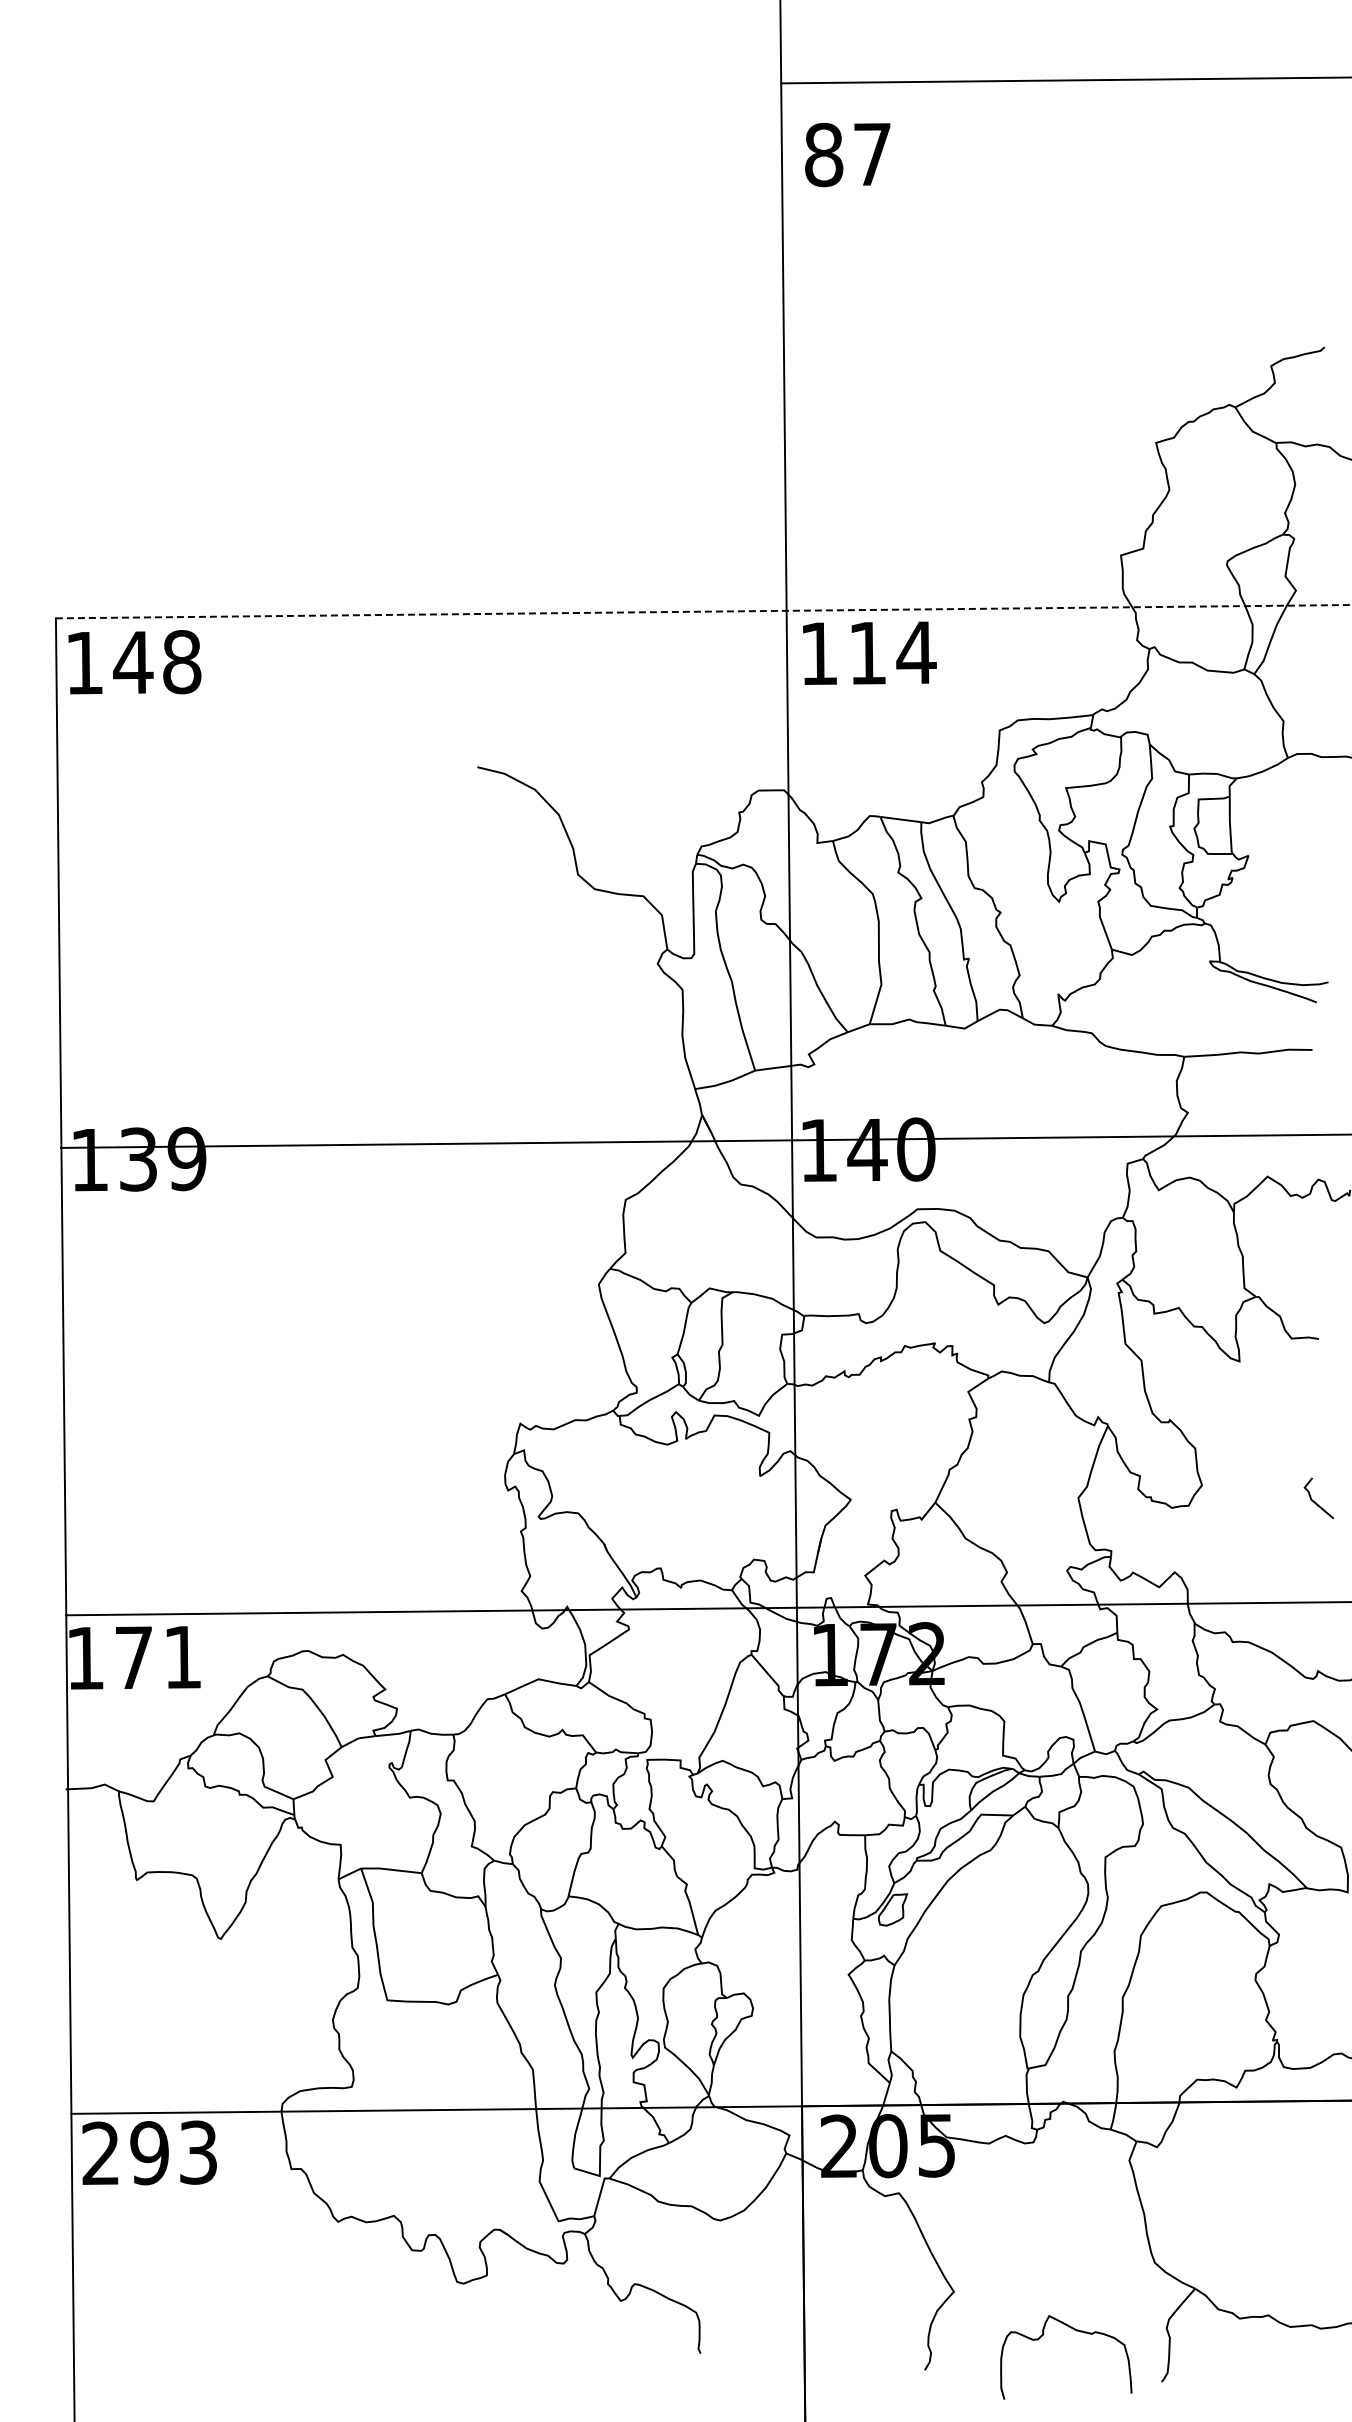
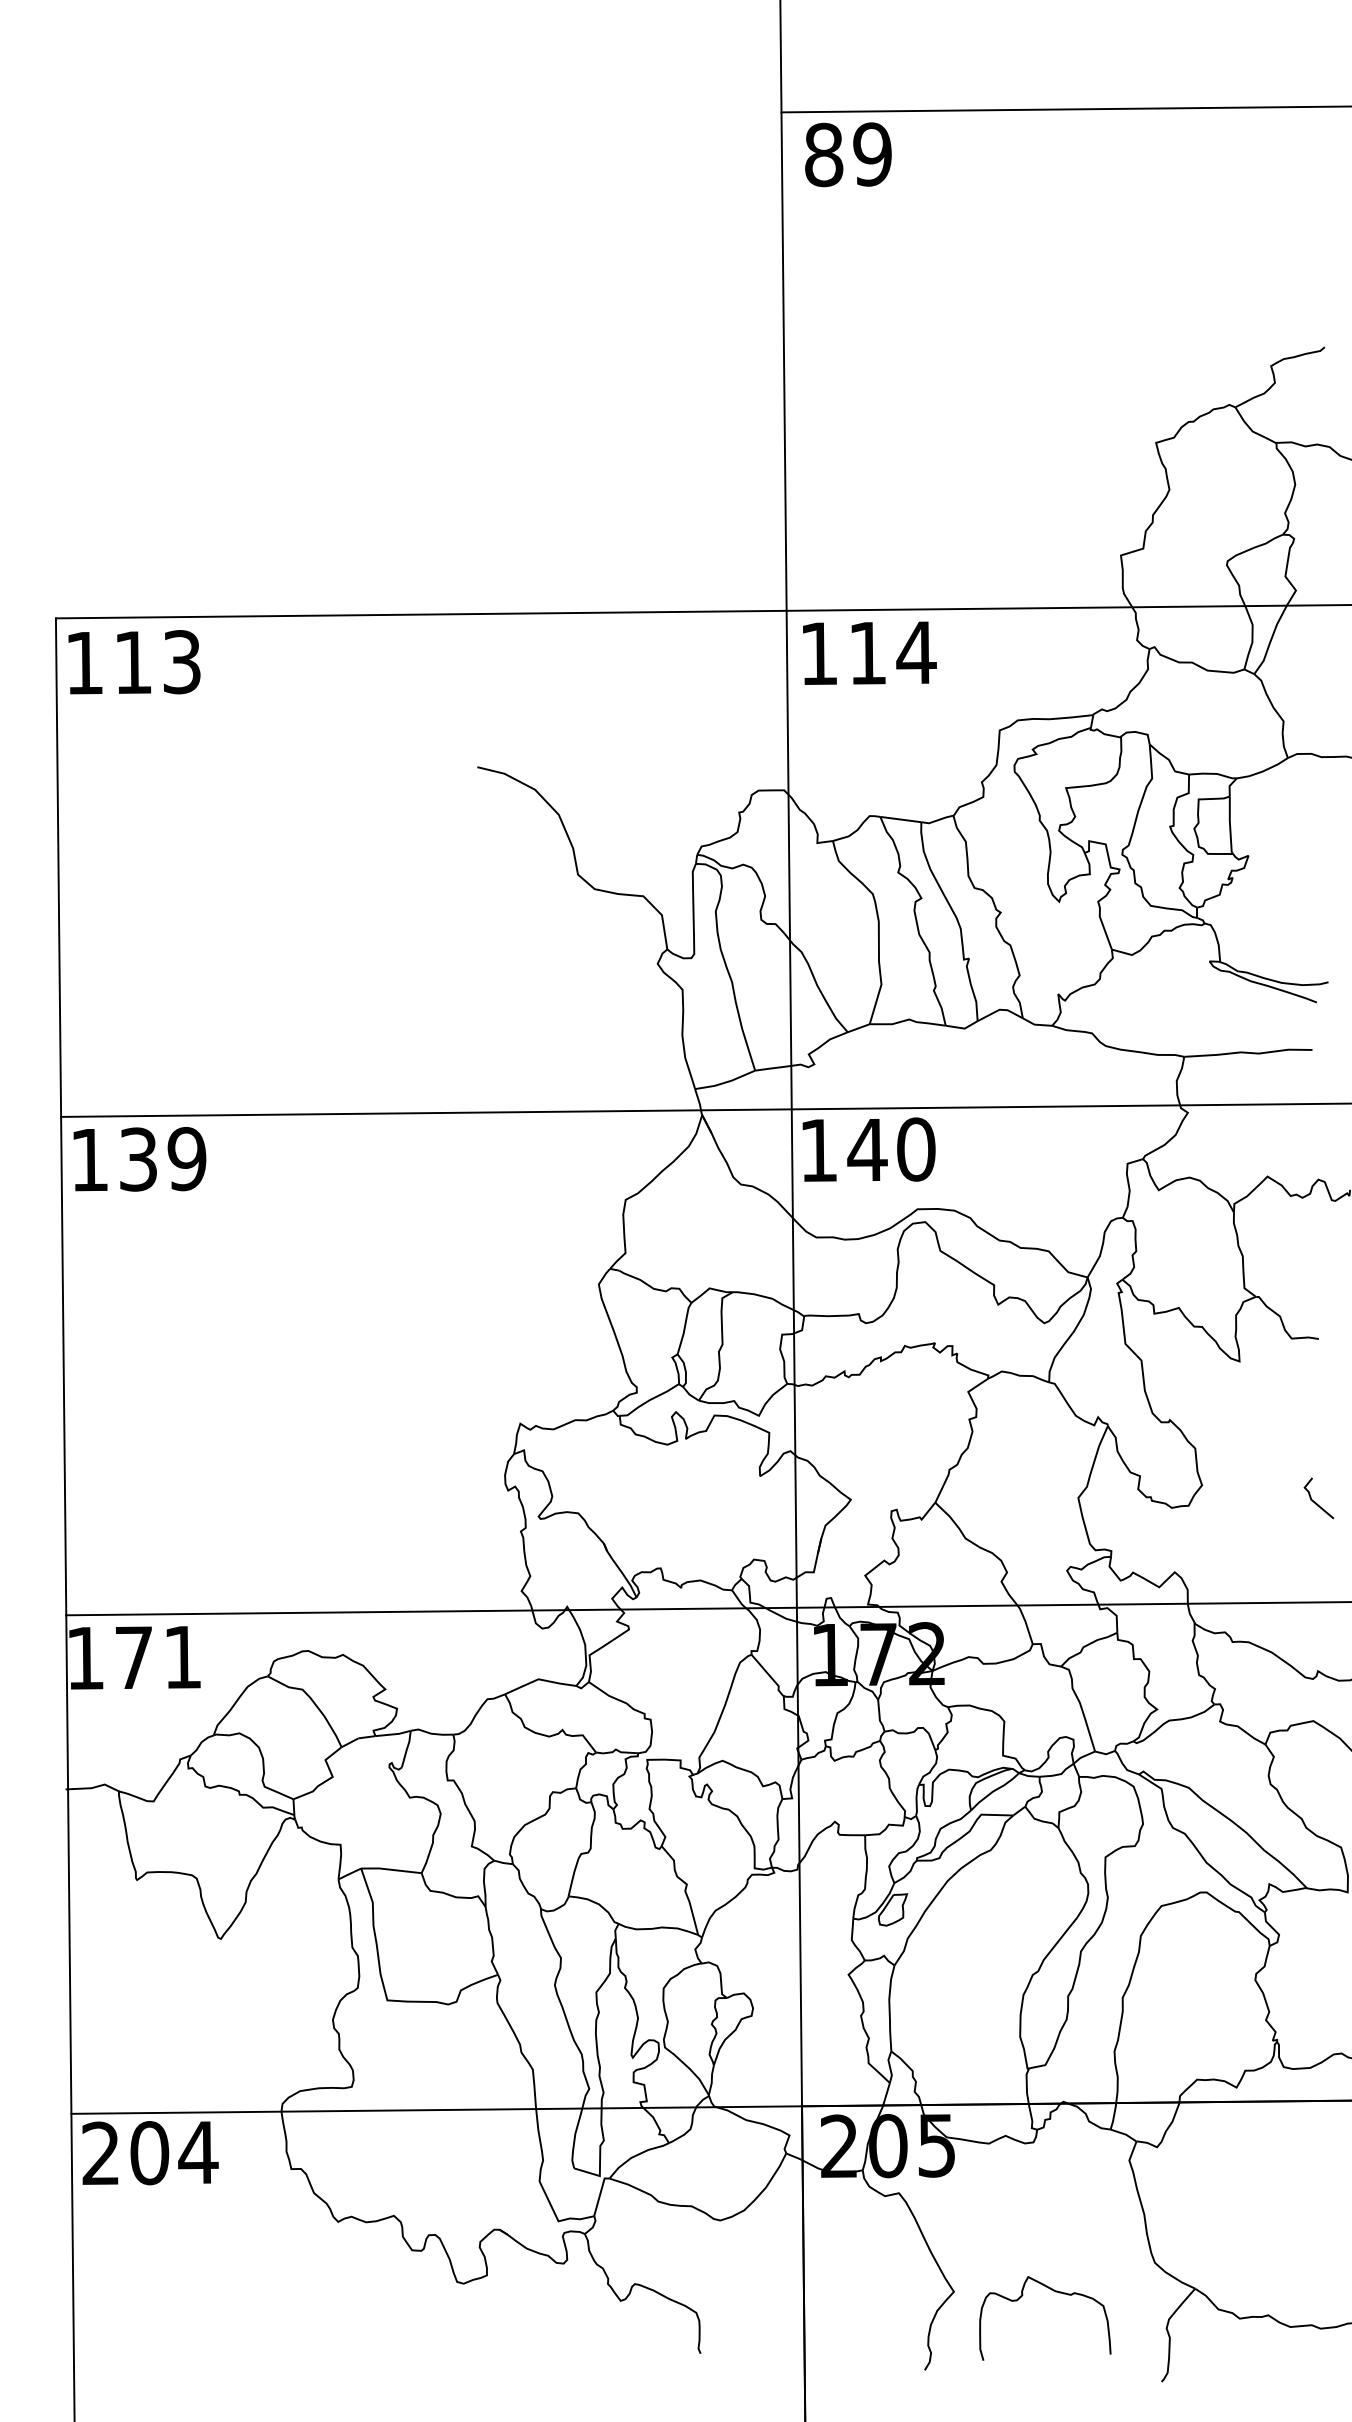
line at (1064, 80) position: (1064, 80) -> (1064, 109)
text at (872, 154): 87 -> 89
line at (703, 611): dashed -> solid
text at (157, 662): 148 -> 113
line at (704, 1140) position: (704, 1140) -> (704, 1109)
text at (174, 2152): 293 -> 204
curve at (1076, 2331) position: (1076, 2331) -> (1055, 2292)
